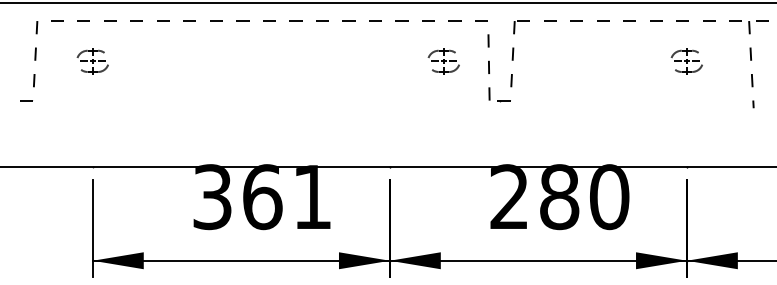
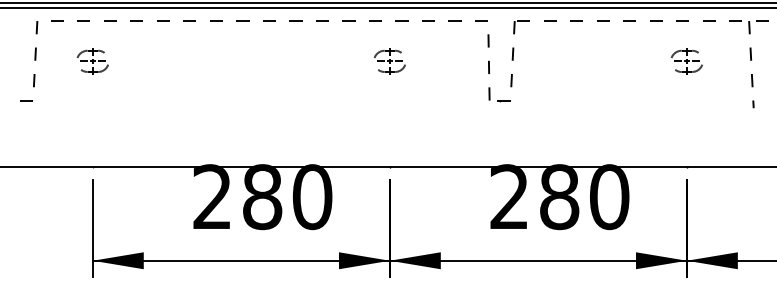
line at (387, 8): none -> present
part at (443, 61) position: (443, 61) -> (389, 61)
text at (262, 197): 361 -> 280
